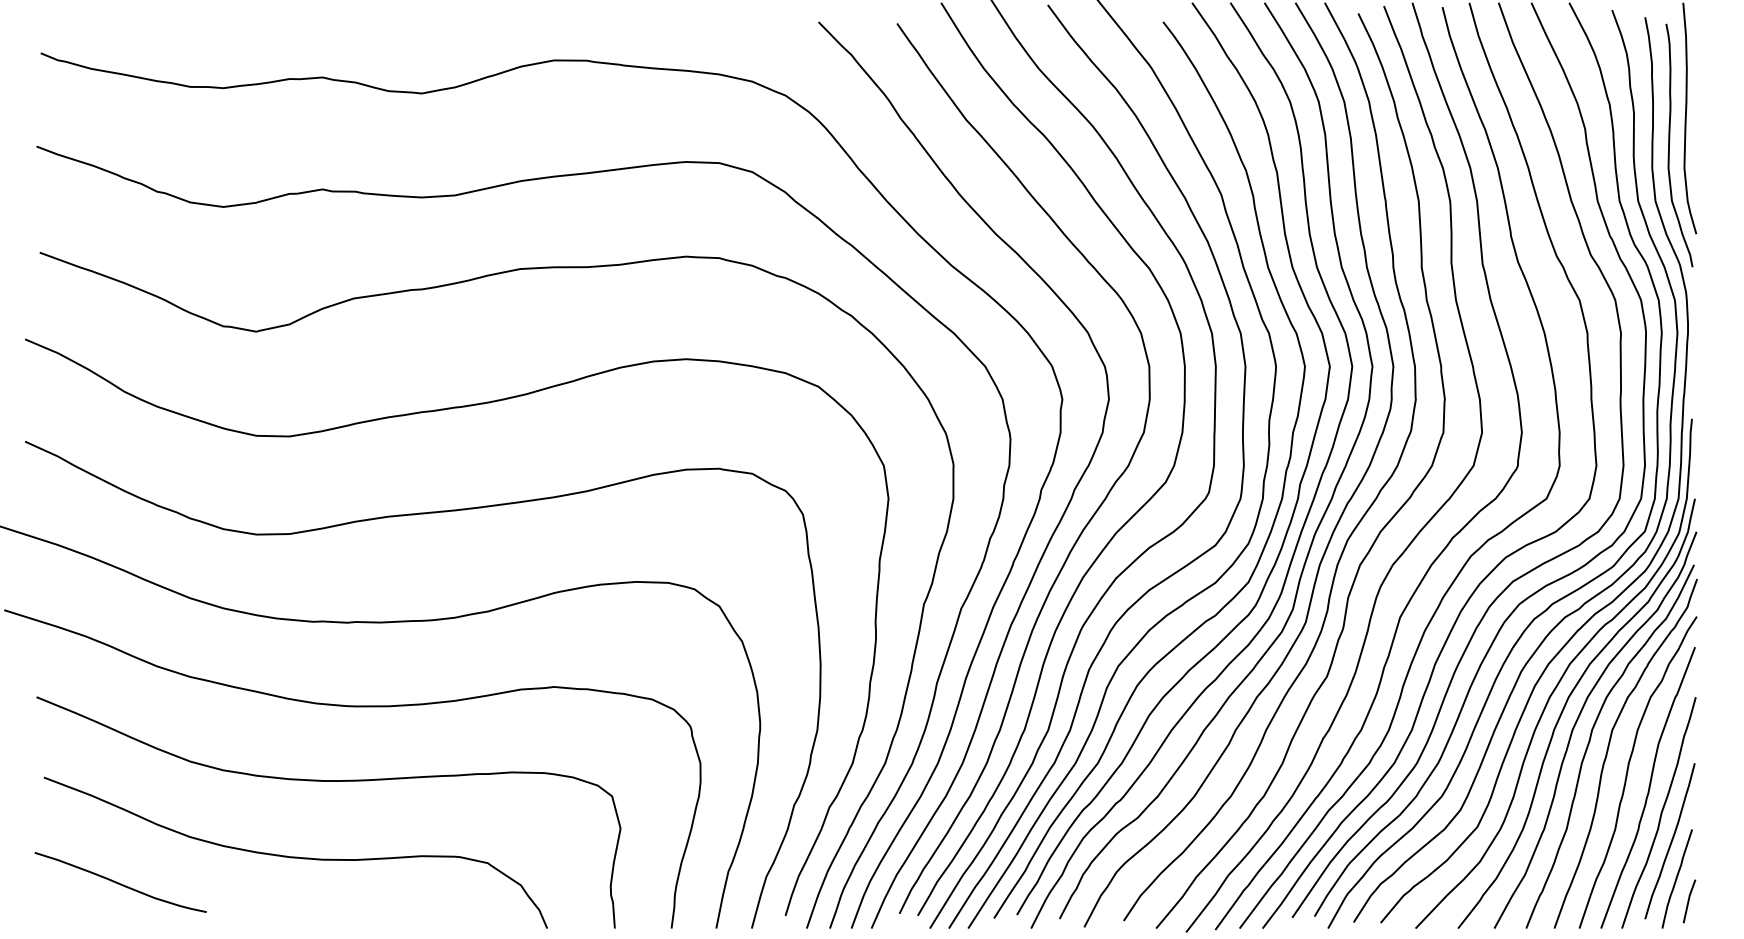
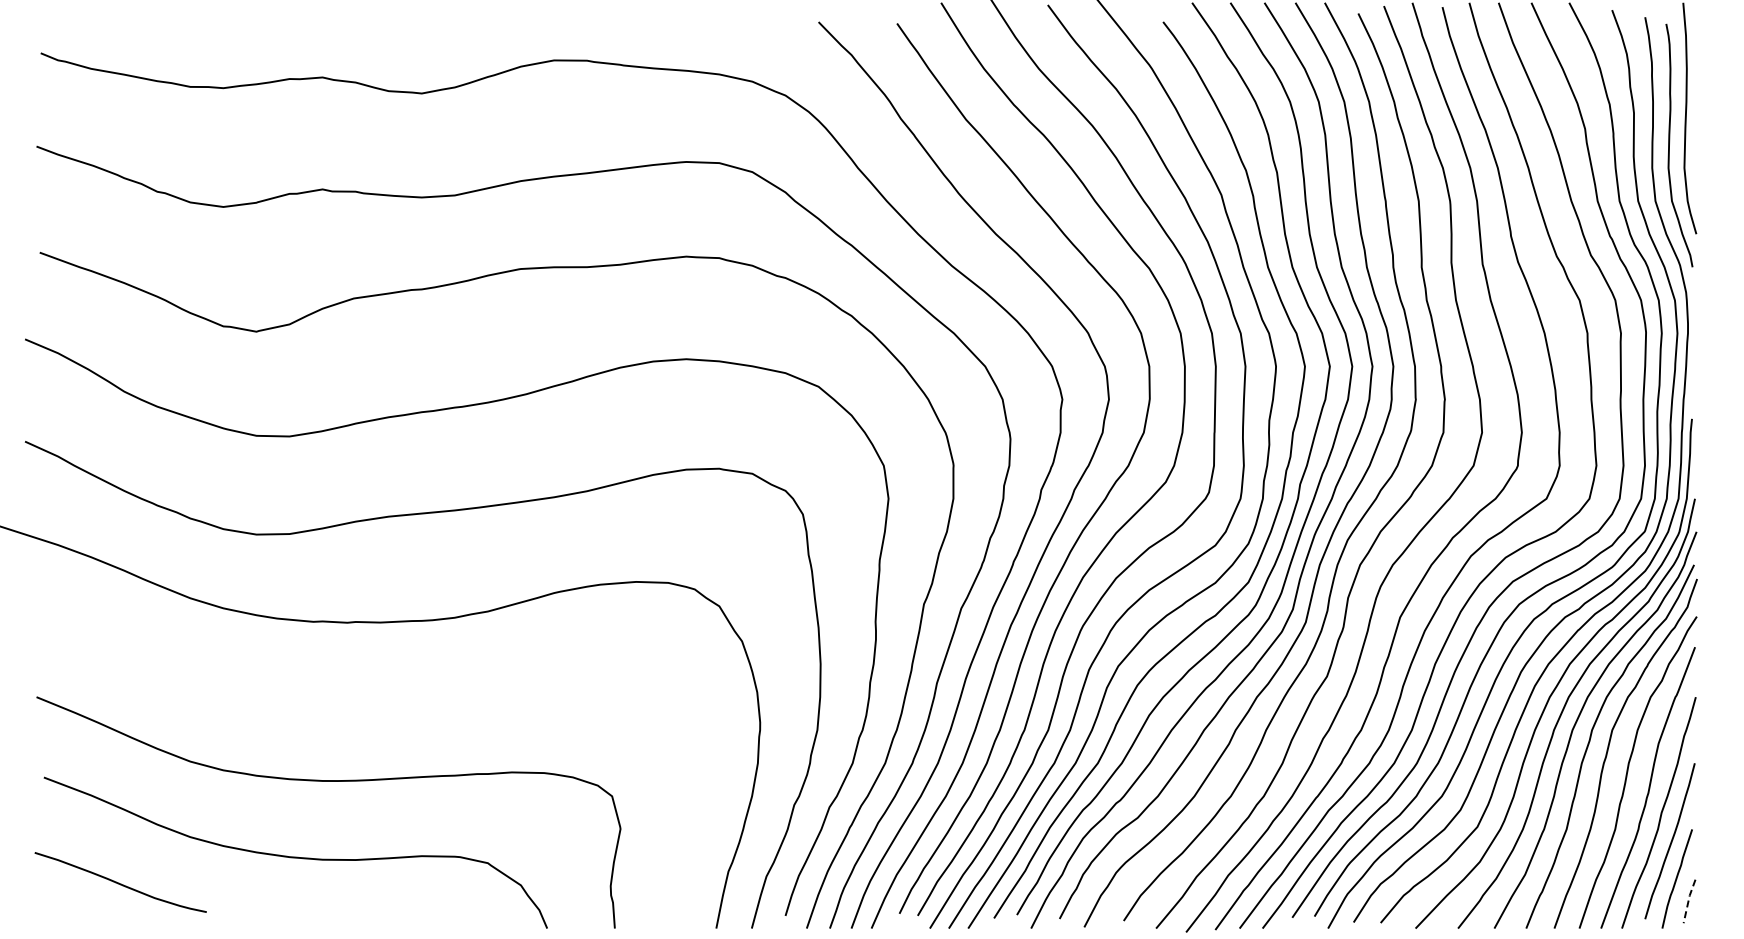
curve at (352, 707): present -> none
line at (1688, 901): solid -> dashed
